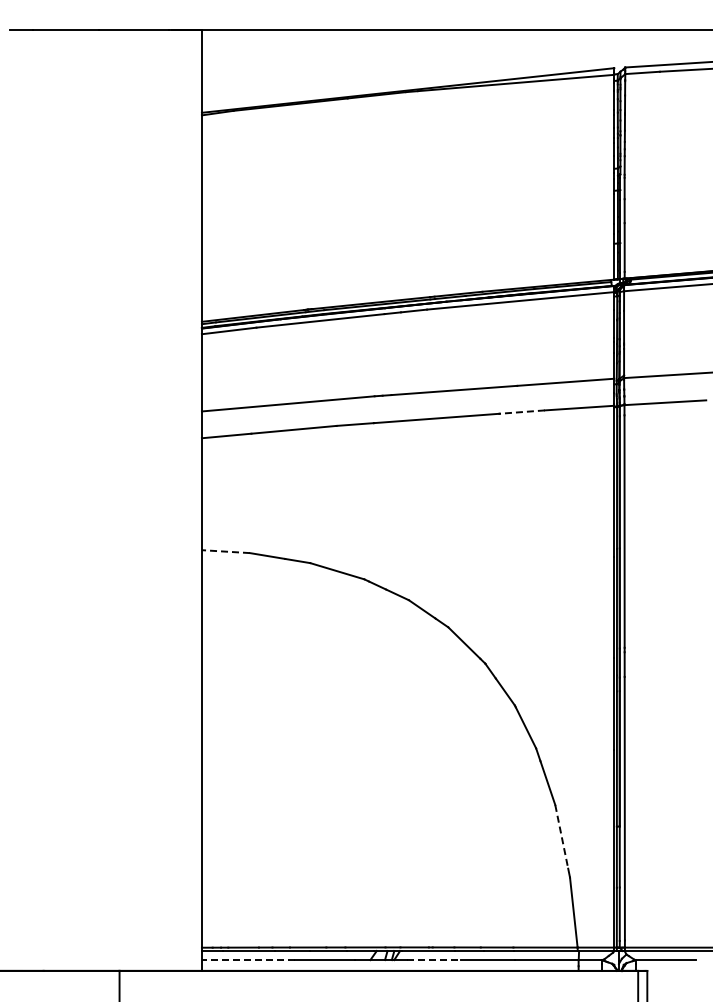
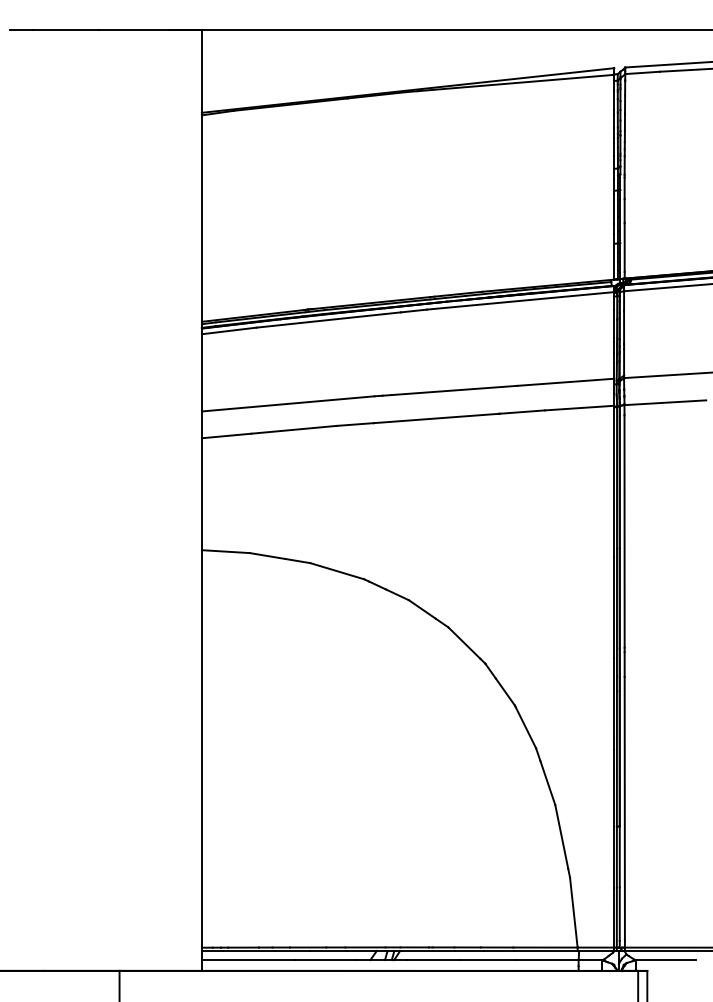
line at (522, 412): dashed -> solid
line at (225, 551): dashed -> solid
line at (561, 837): dashed -> solid
line at (247, 960): dashed -> solid
line at (433, 960): dashed -> solid
